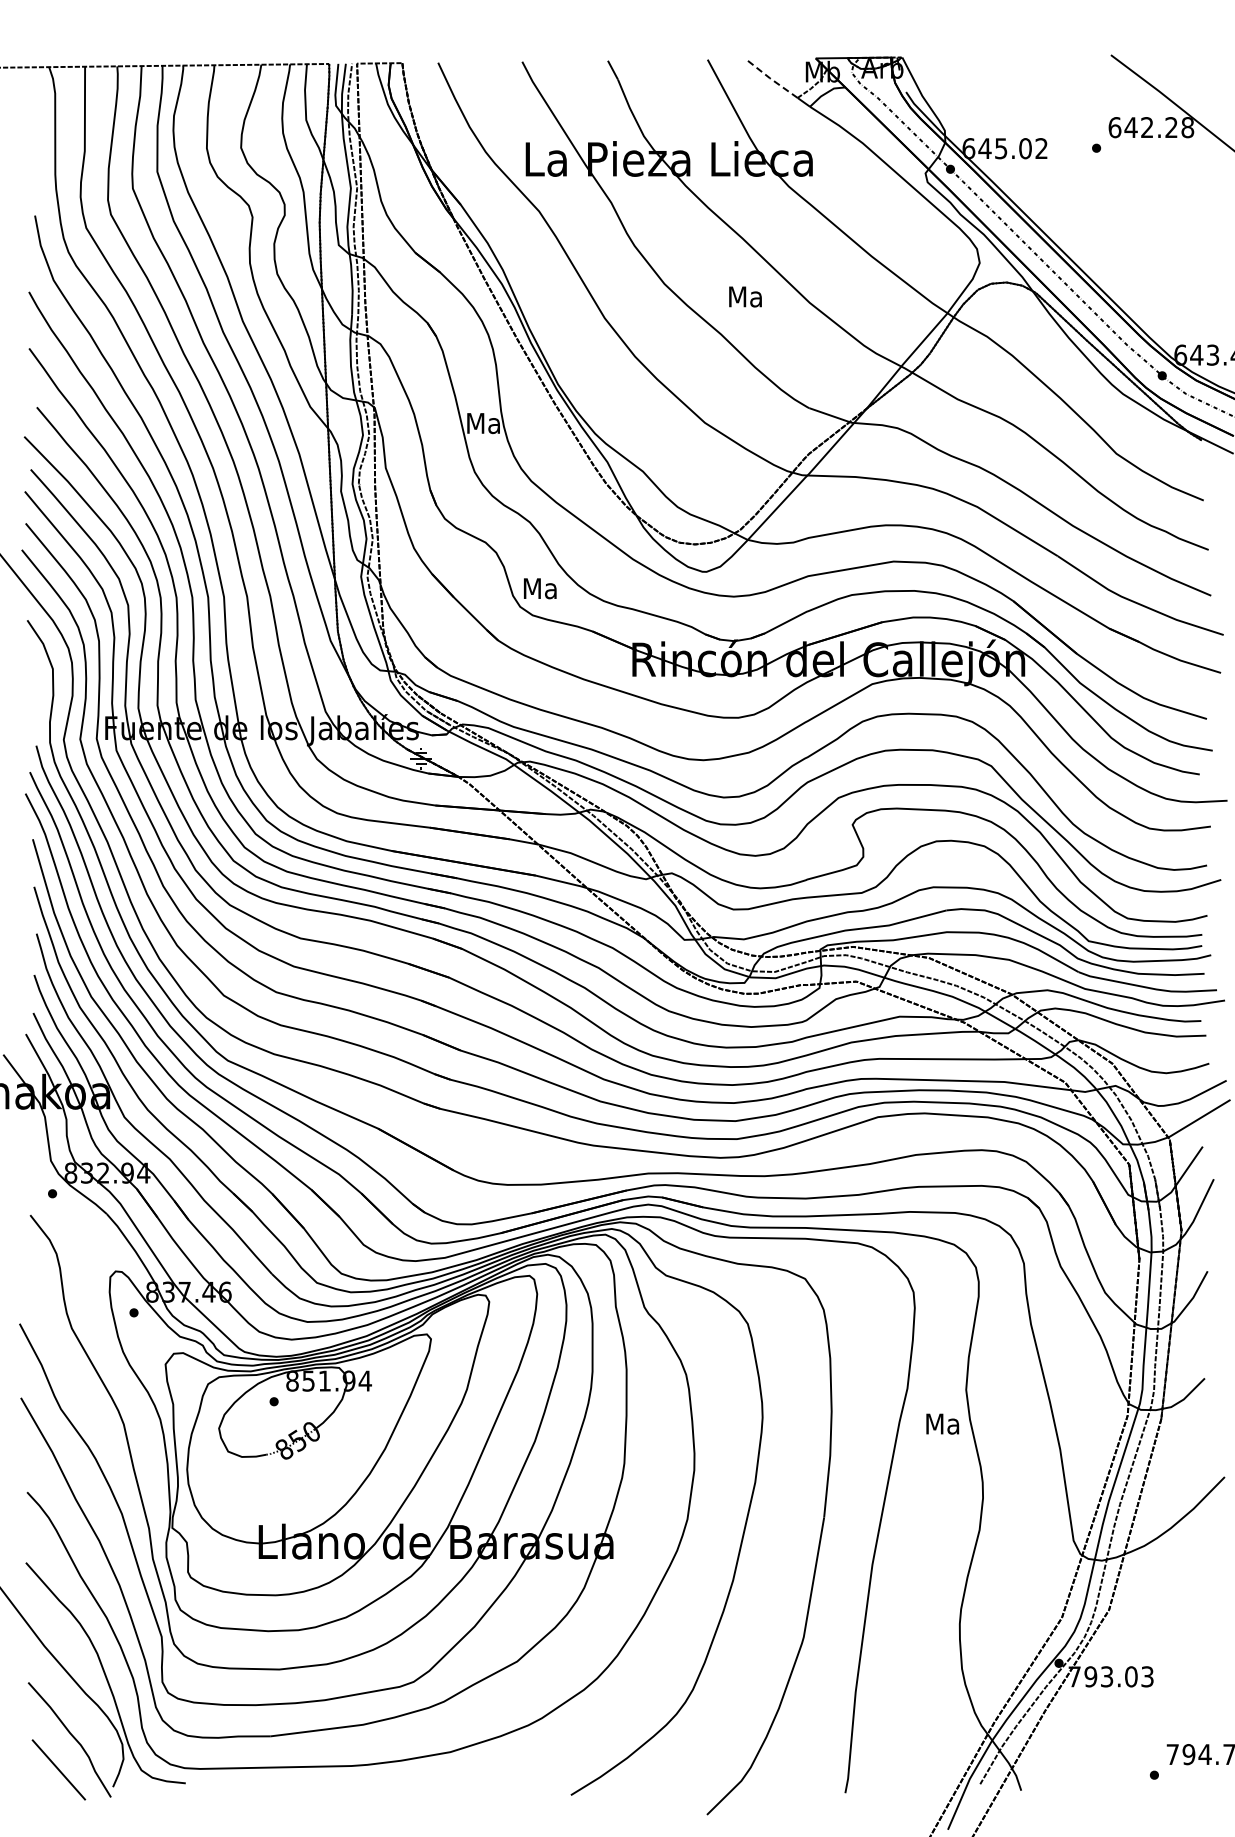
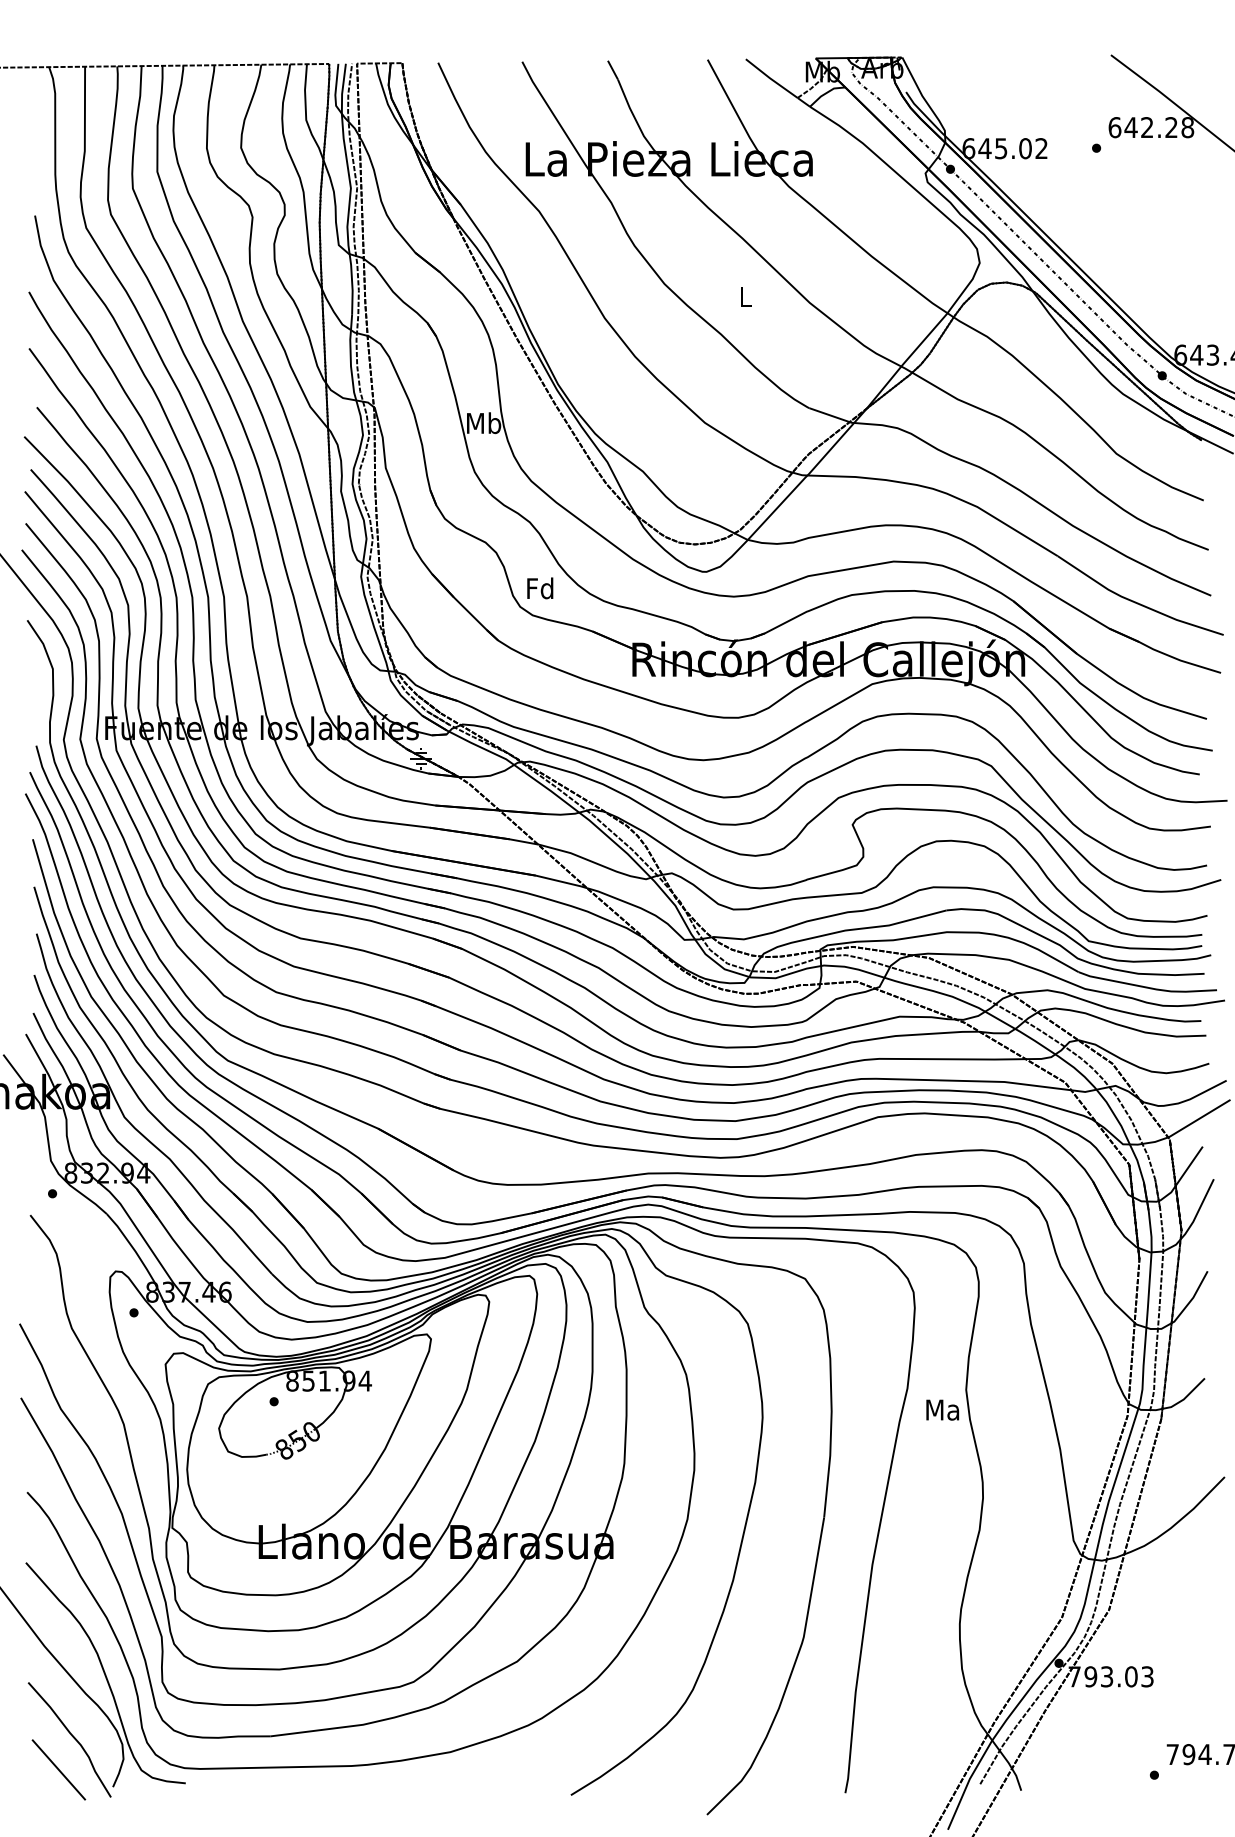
line at (770, 78): dashed -> solid
text at (745, 296): Ma -> L
text at (484, 423): Ma -> Mb
text at (539, 588): Ma -> Fd
text at (942, 1423) position: (942, 1423) -> (942, 1409)
